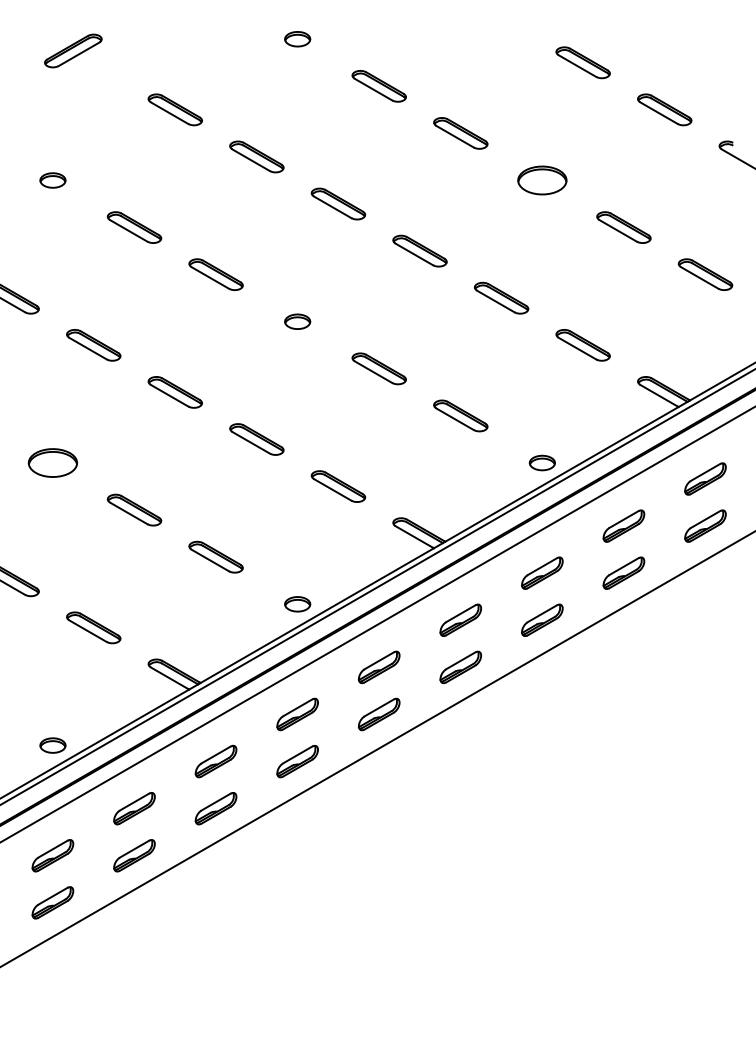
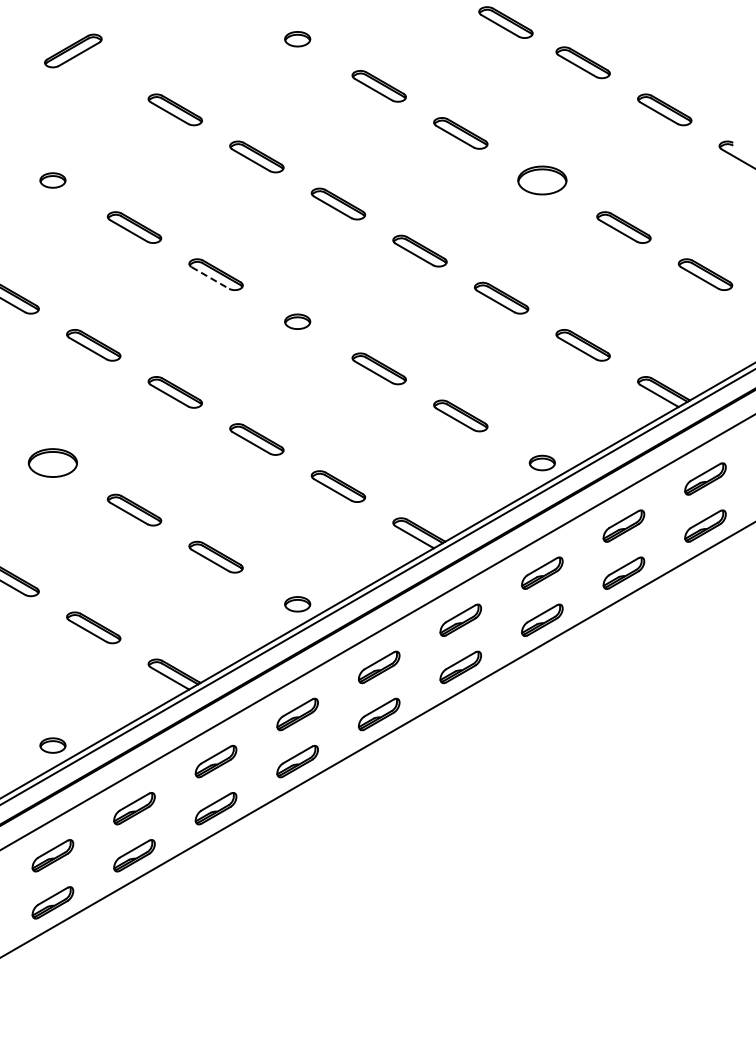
part at (505, 22): none -> present
line at (210, 278): solid -> dashed
line at (377, 624) position: (377, 624) -> (377, 632)
line at (377, 748) position: (377, 748) -> (377, 739)
